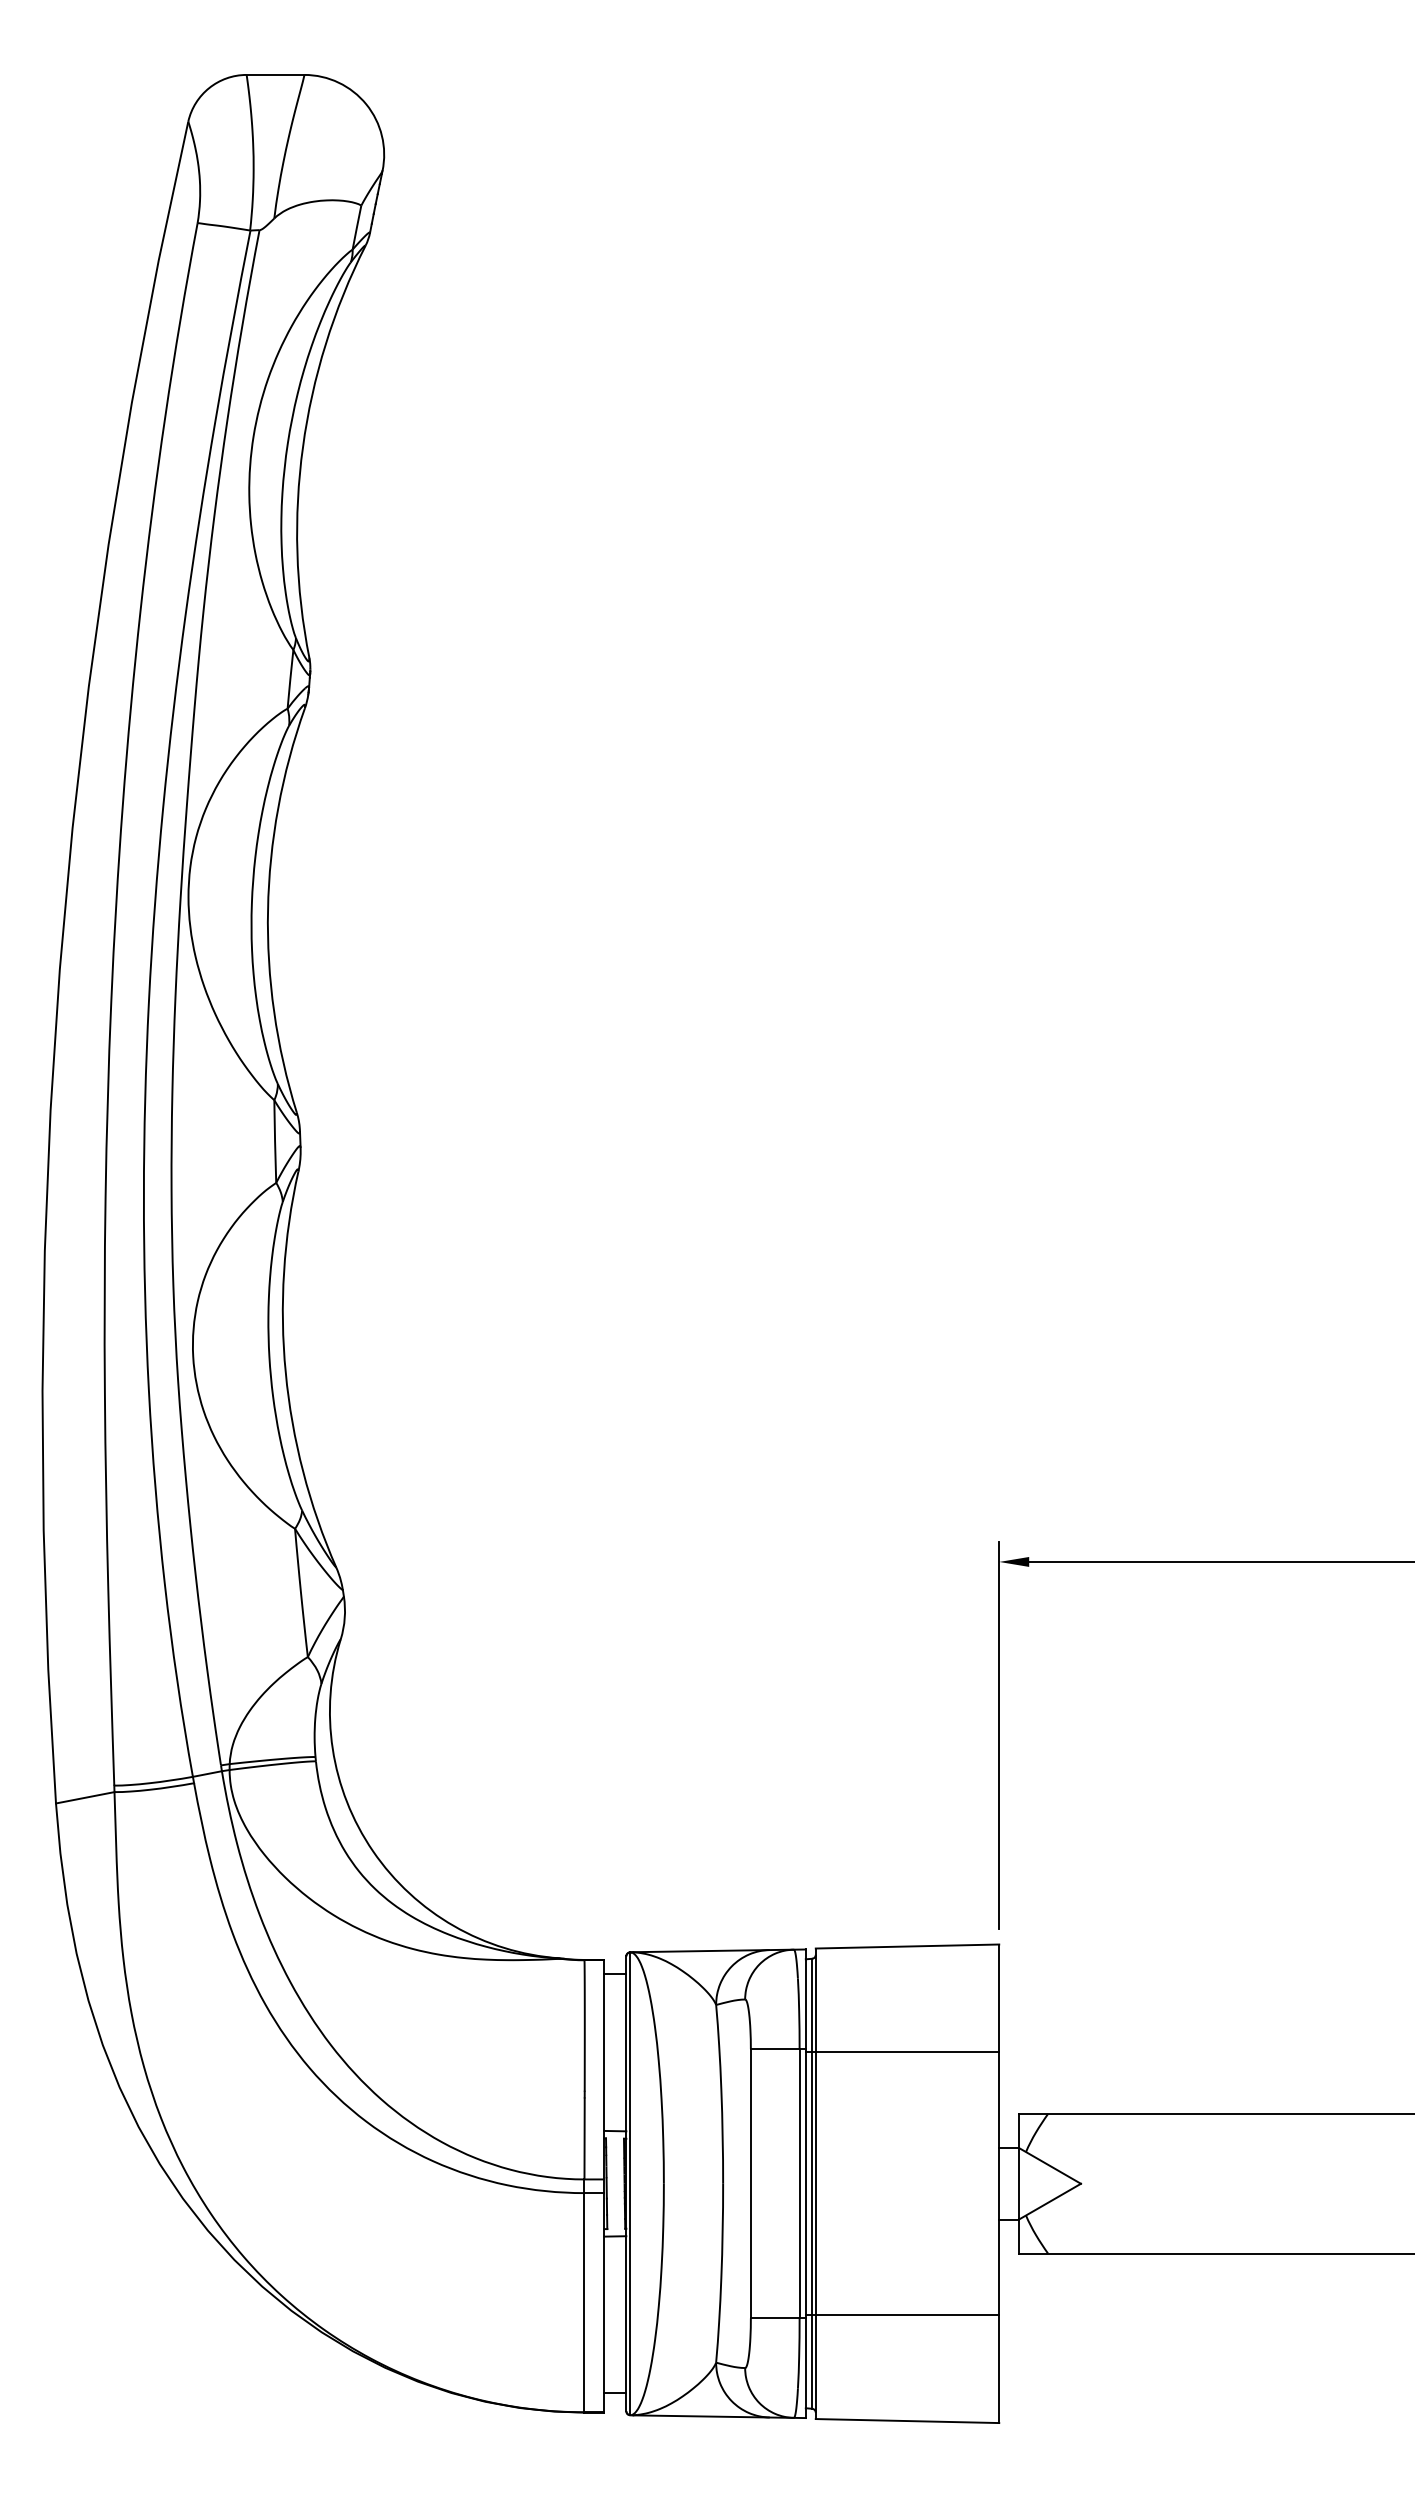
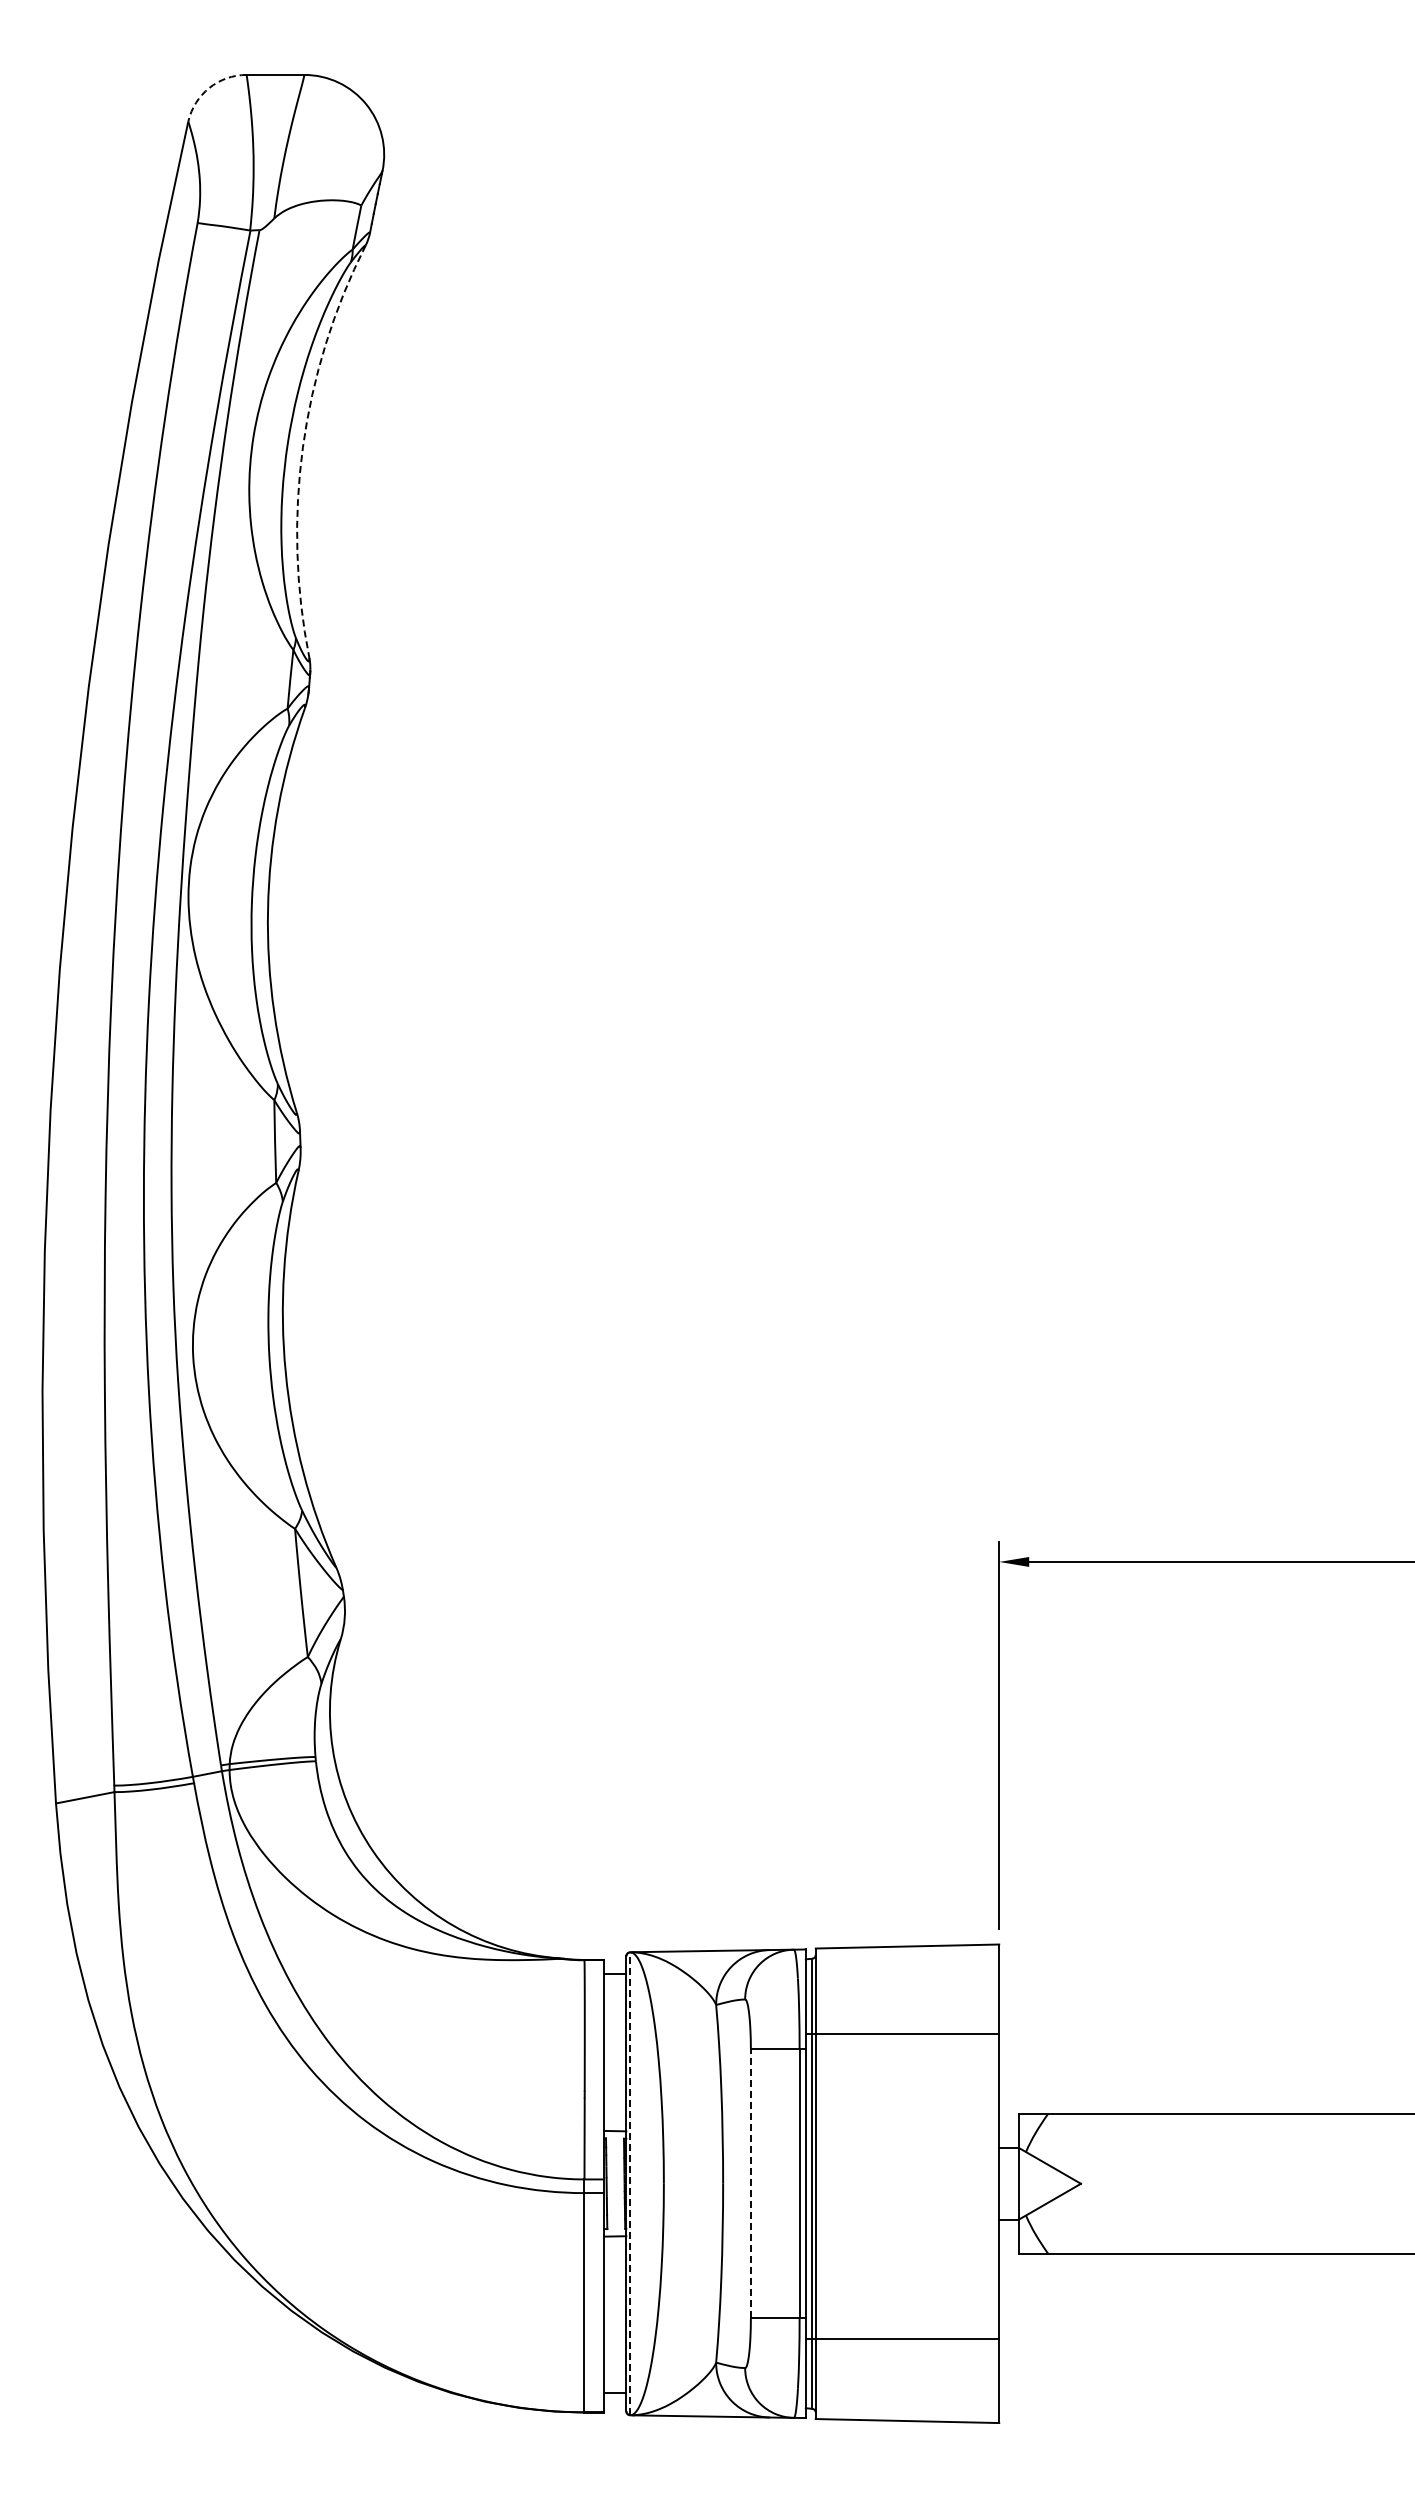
arc at (209, 88): solid -> dashed
arc at (302, 447): solid -> dashed
line at (902, 2052) position: (902, 2052) -> (902, 2034)
line at (630, 2183): solid -> dashed
line at (750, 2183): solid -> dashed
line at (902, 2315) position: (902, 2315) -> (902, 2339)
